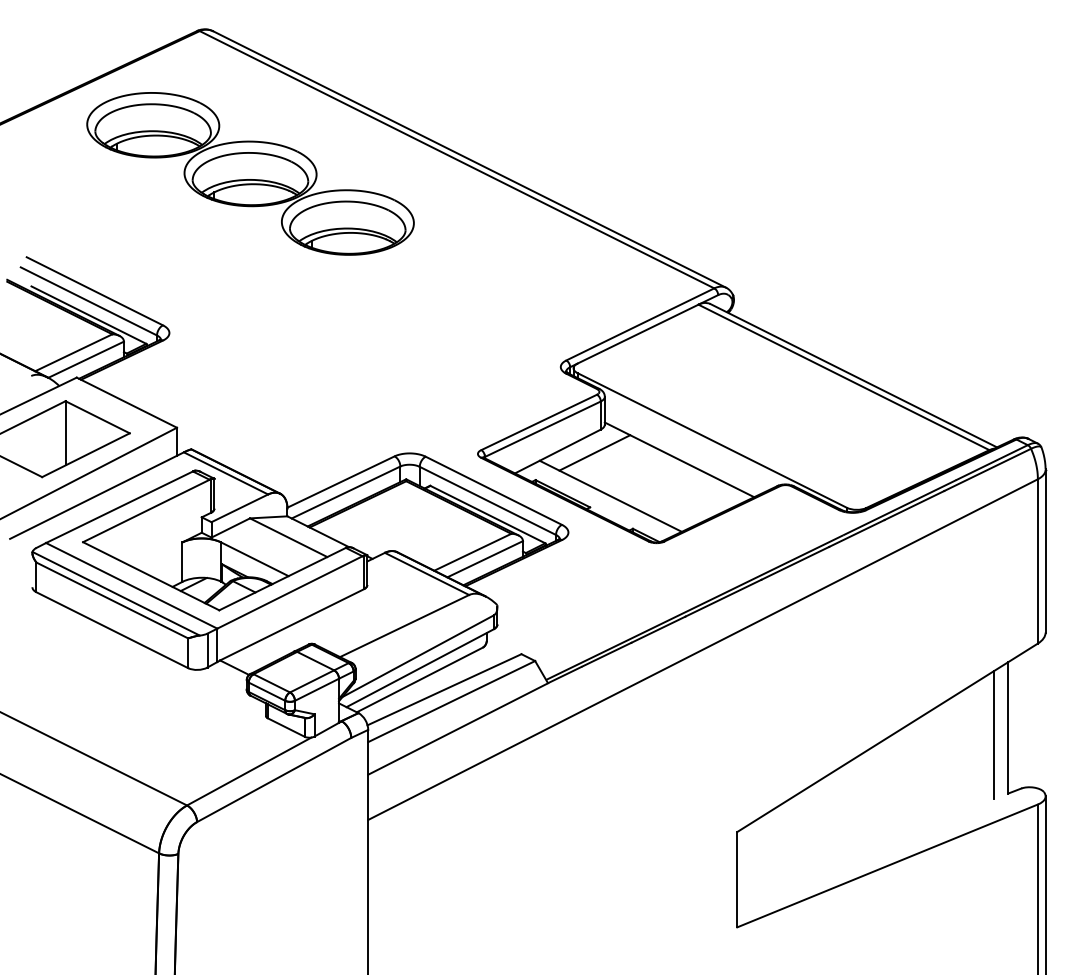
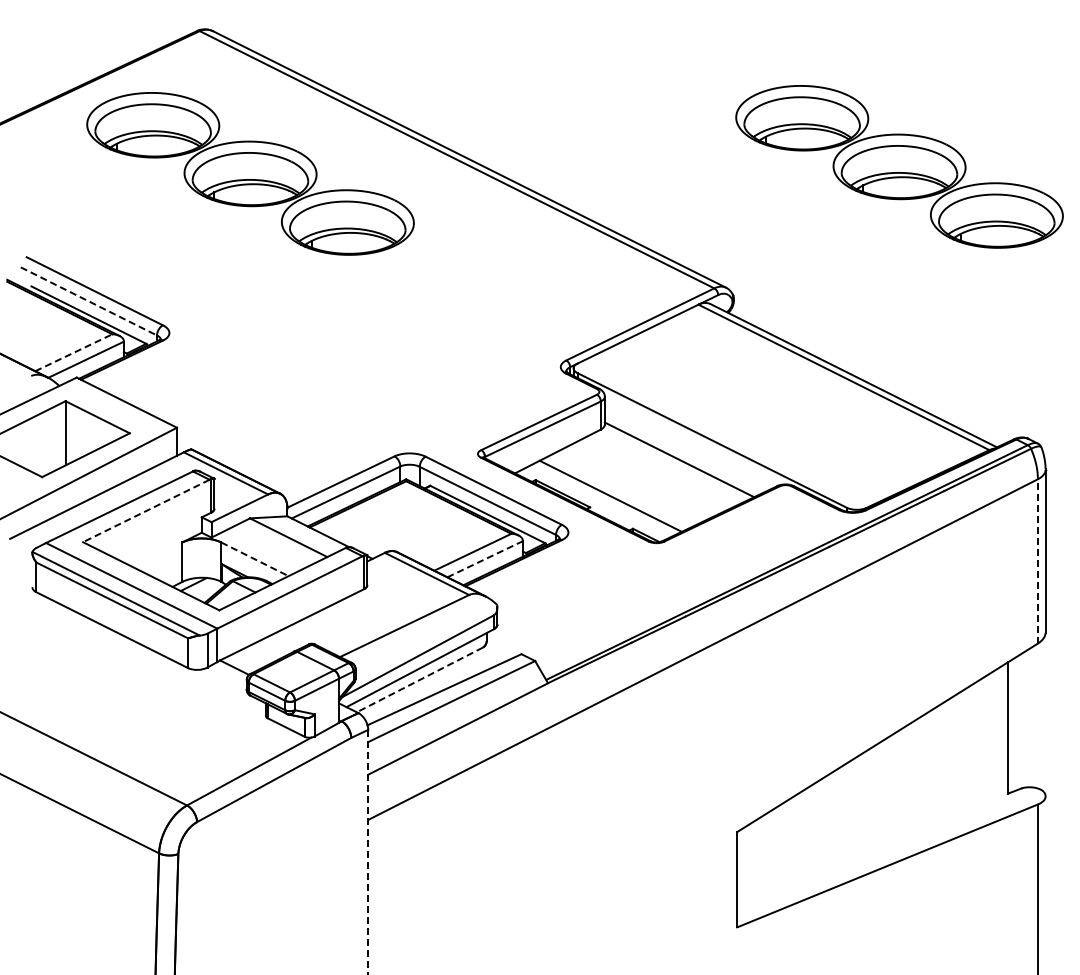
part at (899, 166): none -> present
line at (89, 301): solid -> dashed
line at (73, 352): solid -> dashed
line at (594, 452): present -> none
line at (146, 510): solid -> dashed
line at (254, 559): solid -> dashed
line at (485, 559): solid -> dashed
line at (1037, 560): solid -> dashed
line at (419, 679): solid -> dashed
line at (993, 735): present -> none
line at (368, 852): solid -> dashed
line at (1045, 883): present -> none
